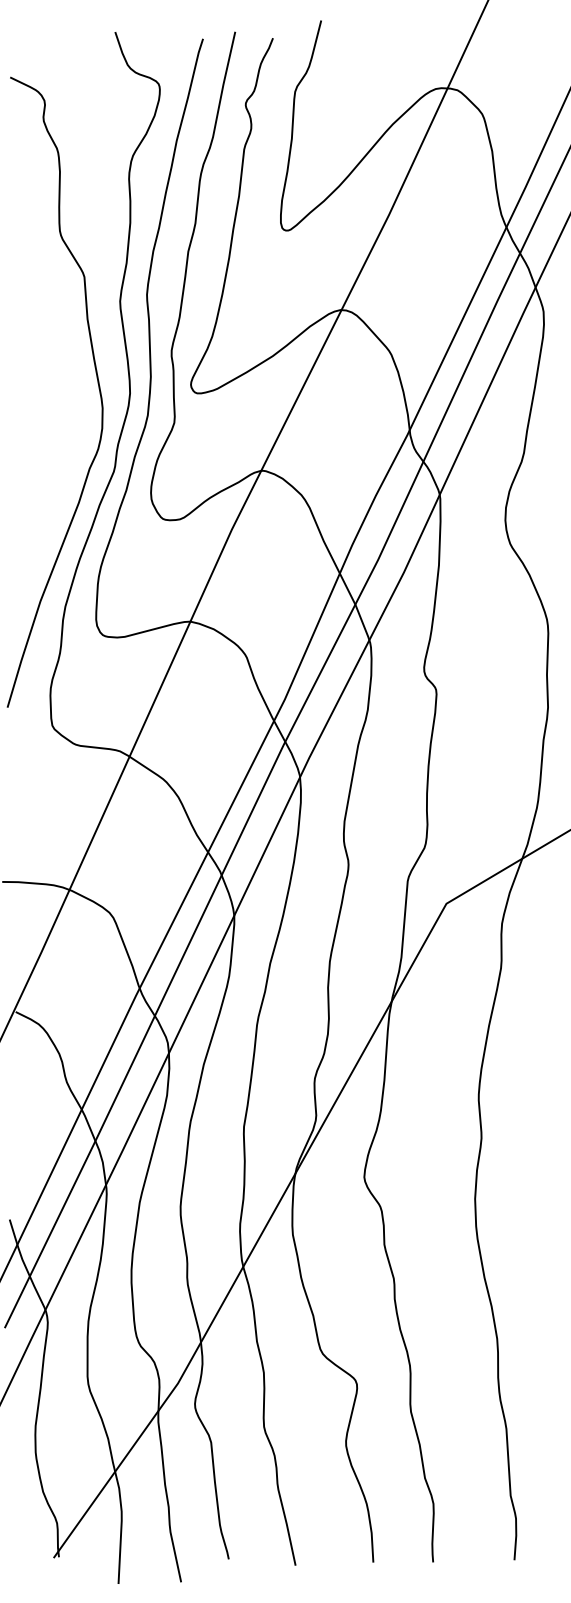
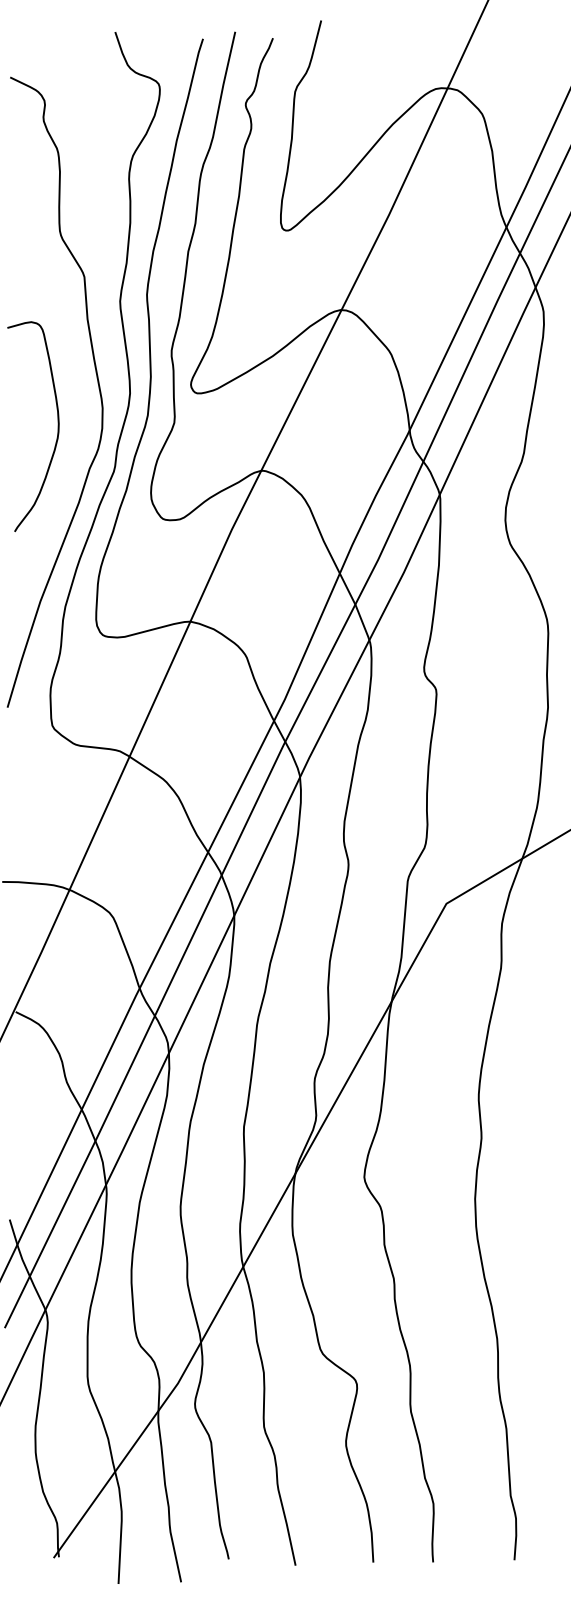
curve at (57, 426): none -> present
